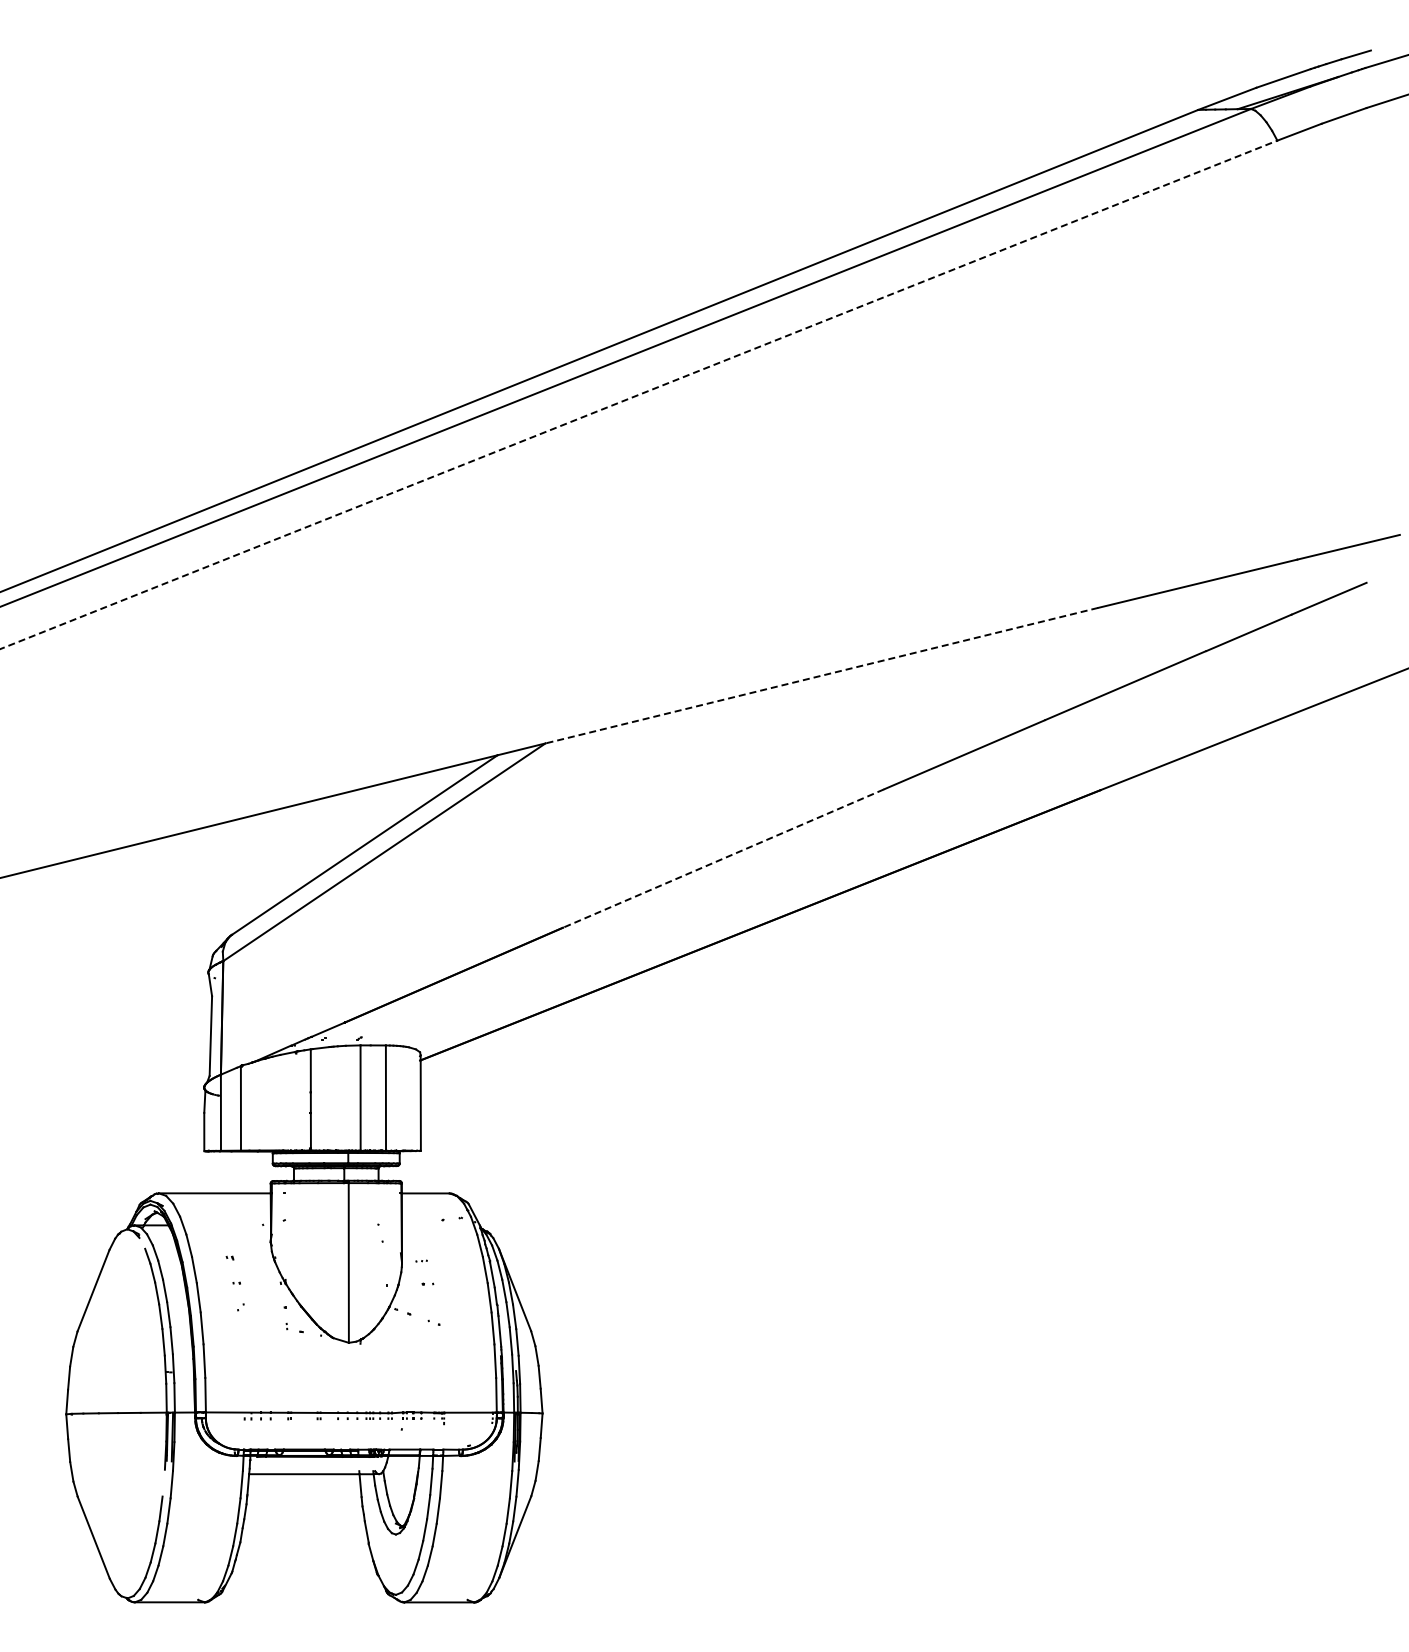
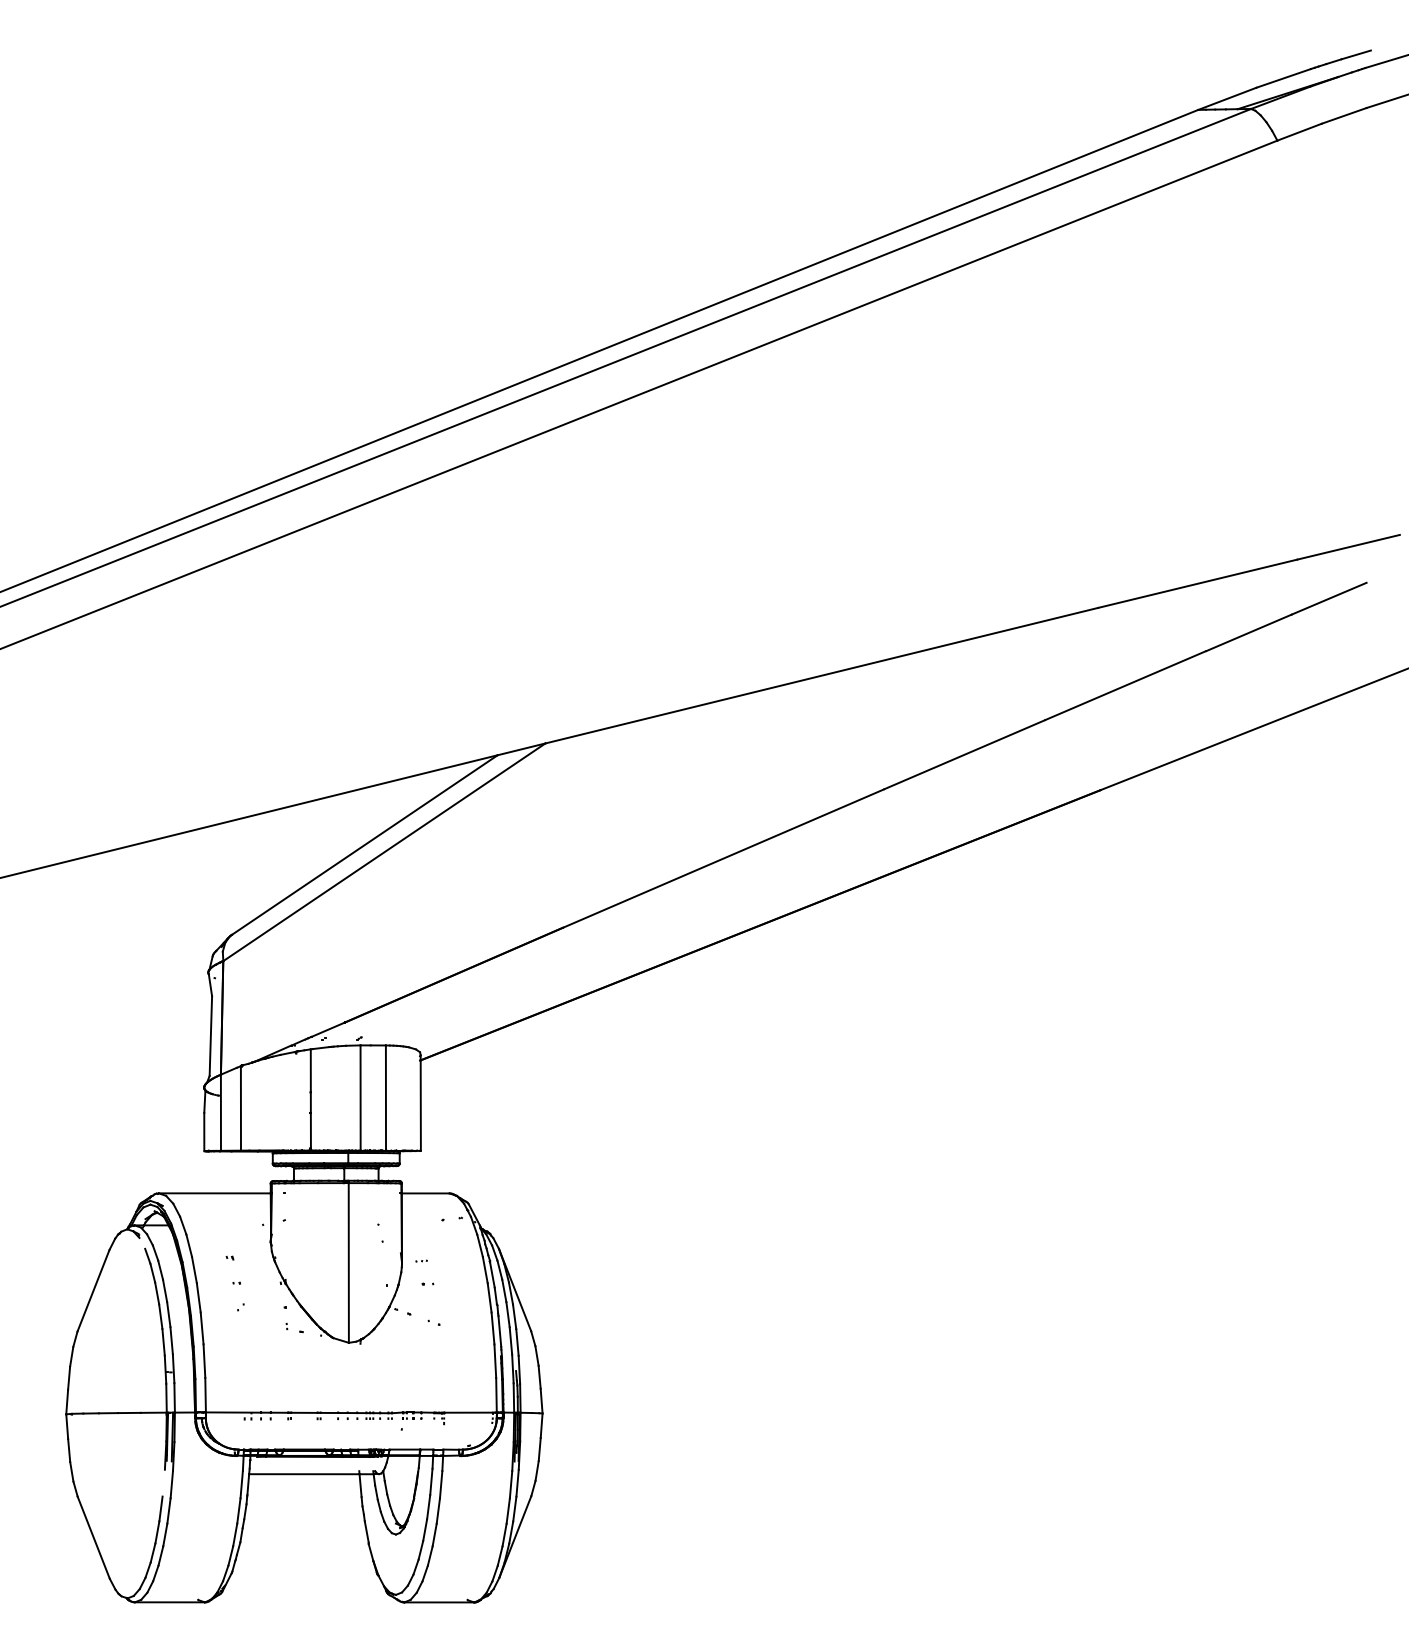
line at (639, 394): dashed -> solid
line at (821, 675): dashed -> solid
line at (723, 858): dashed -> solid
